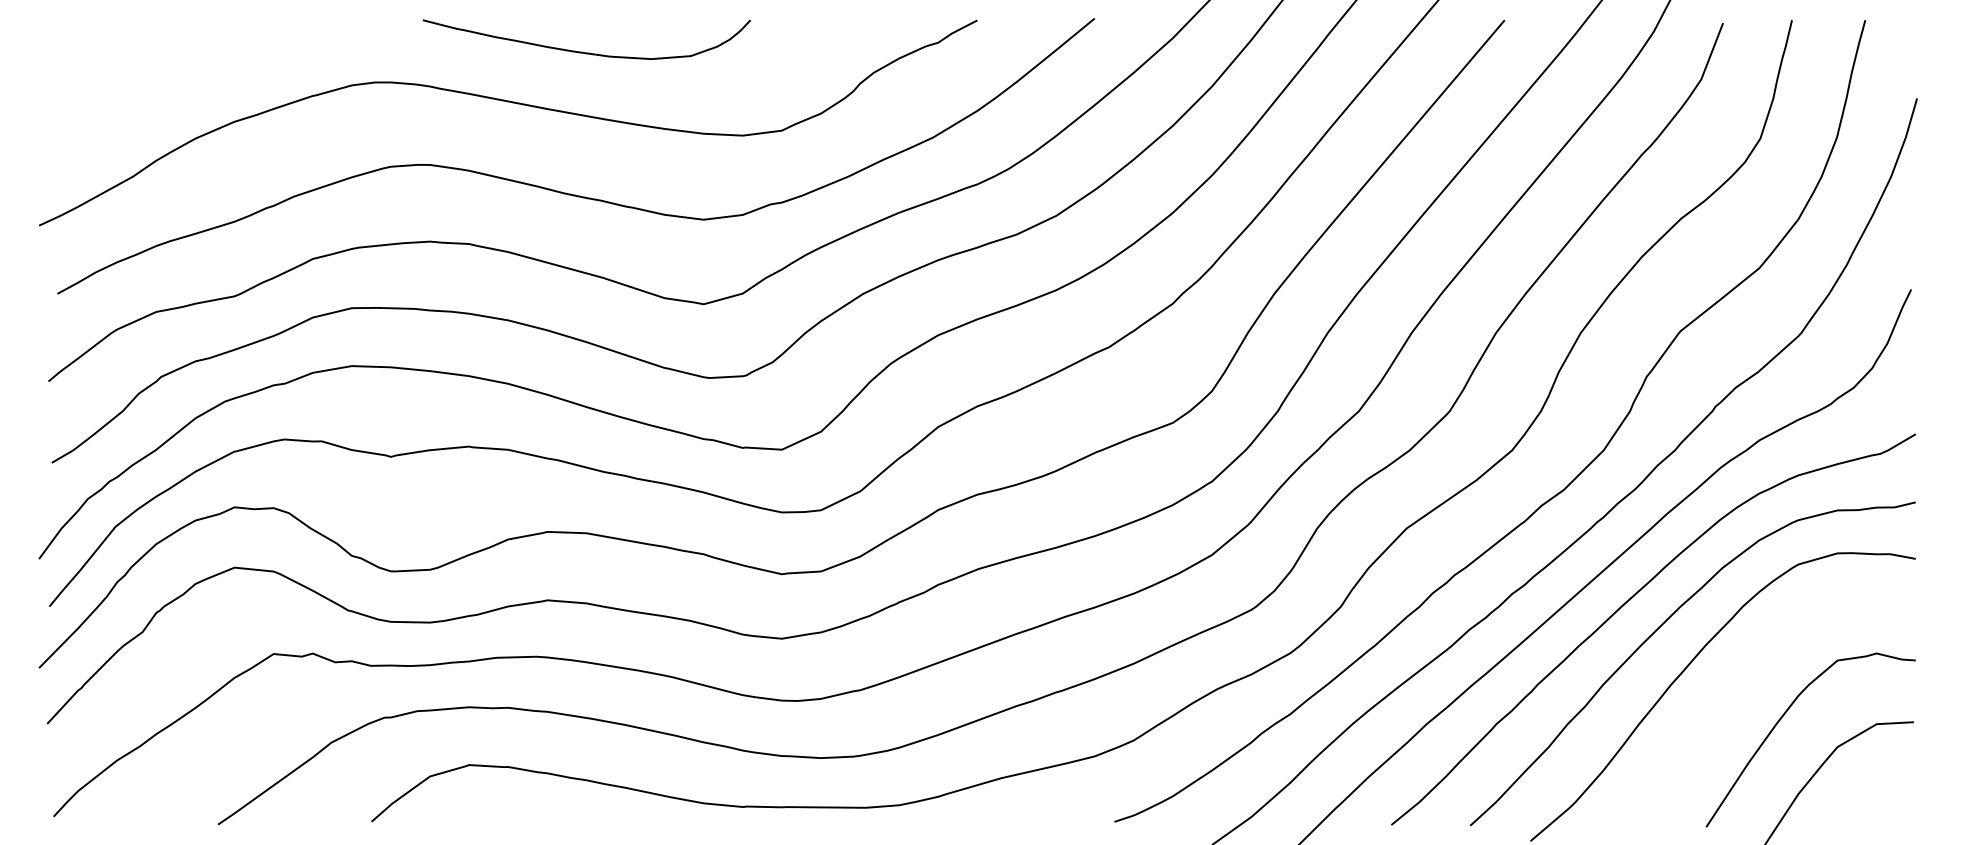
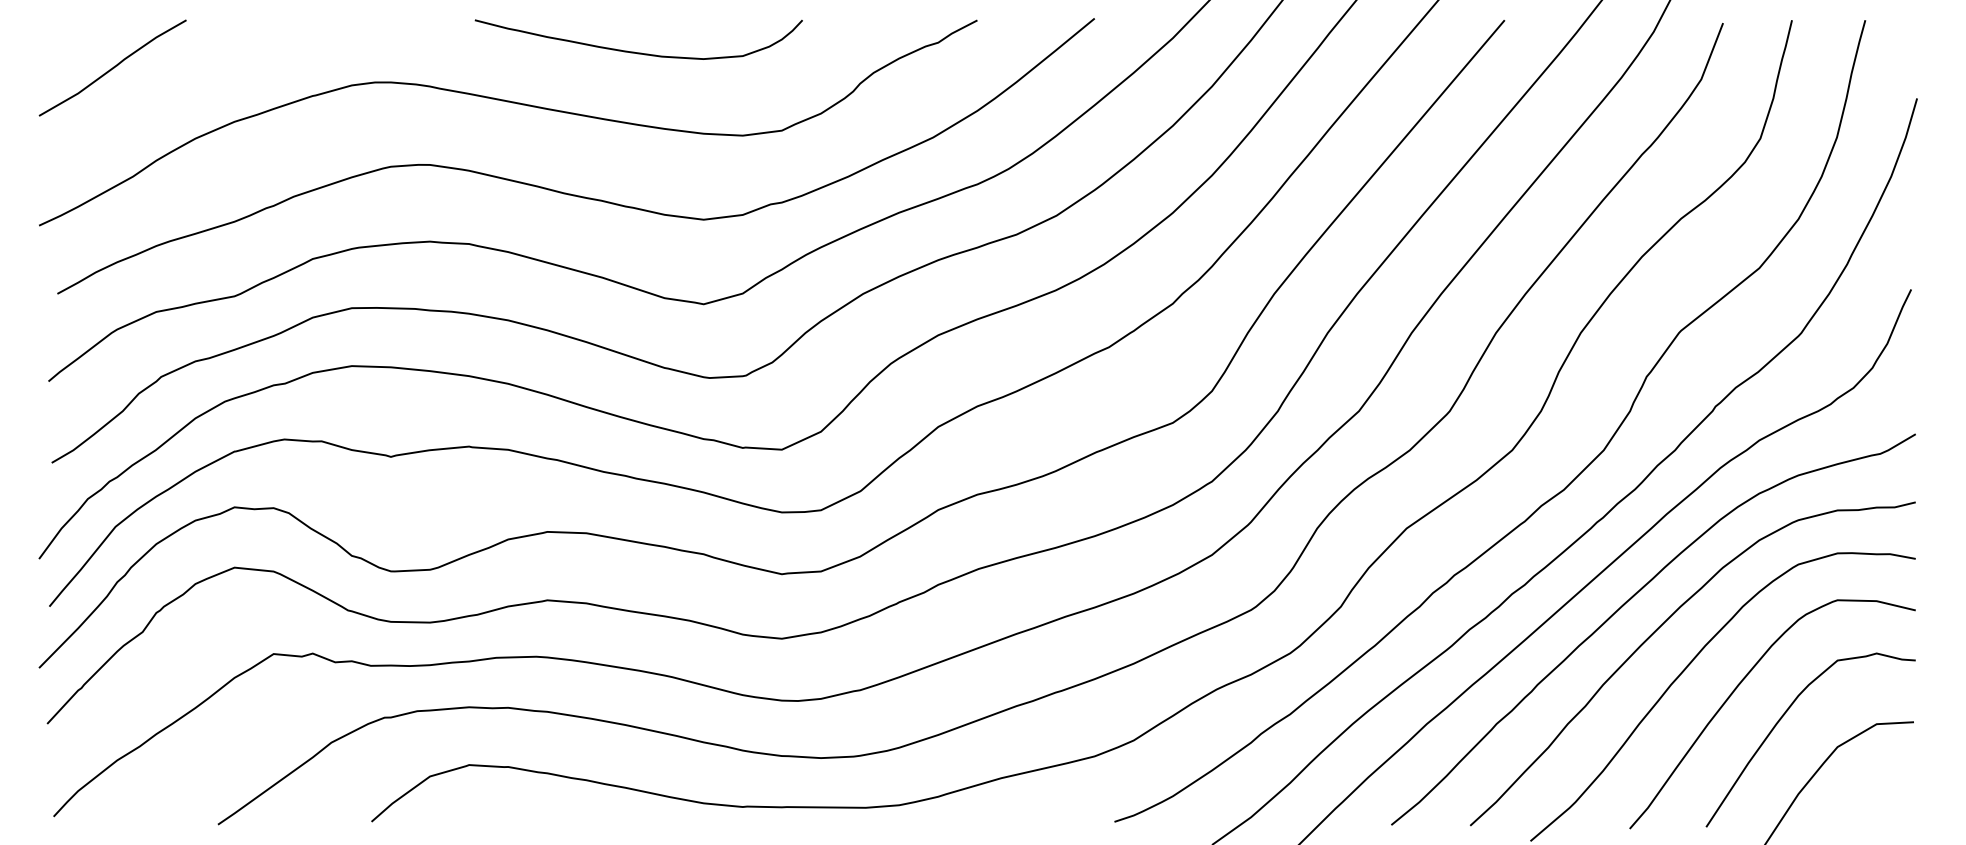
curve at (582, 51) position: (582, 51) -> (634, 51)
curve at (112, 67): none -> present
curve at (1737, 688): none -> present
